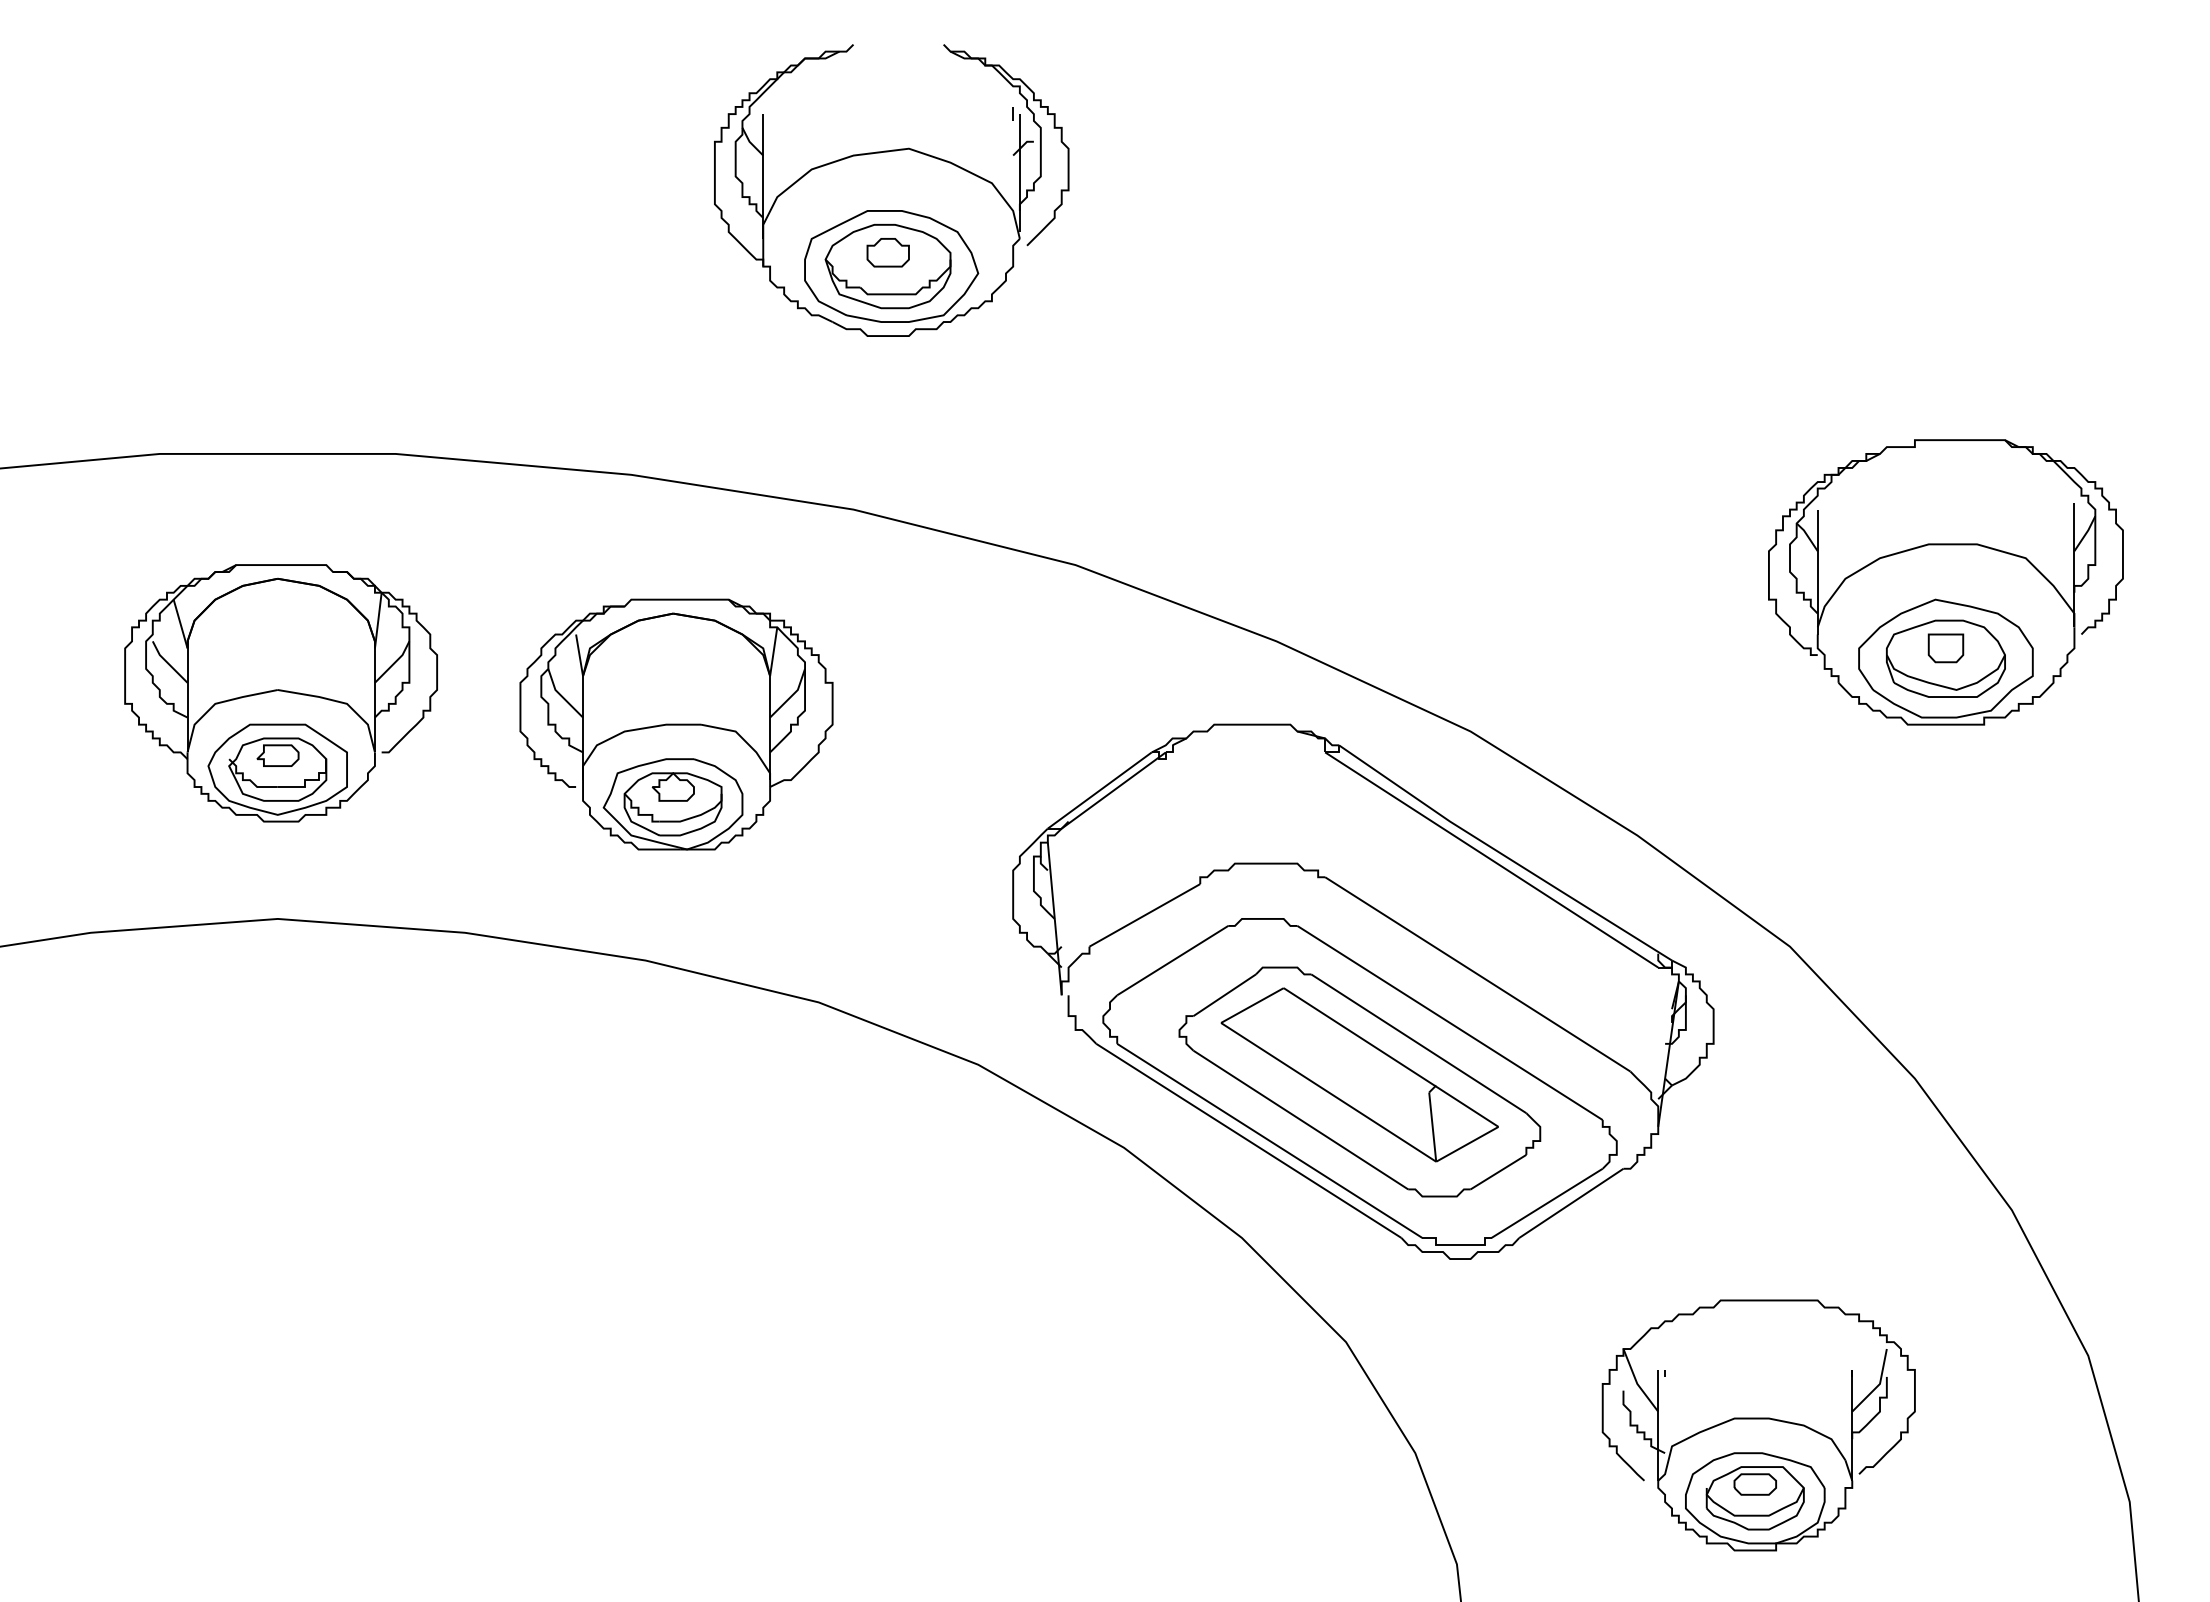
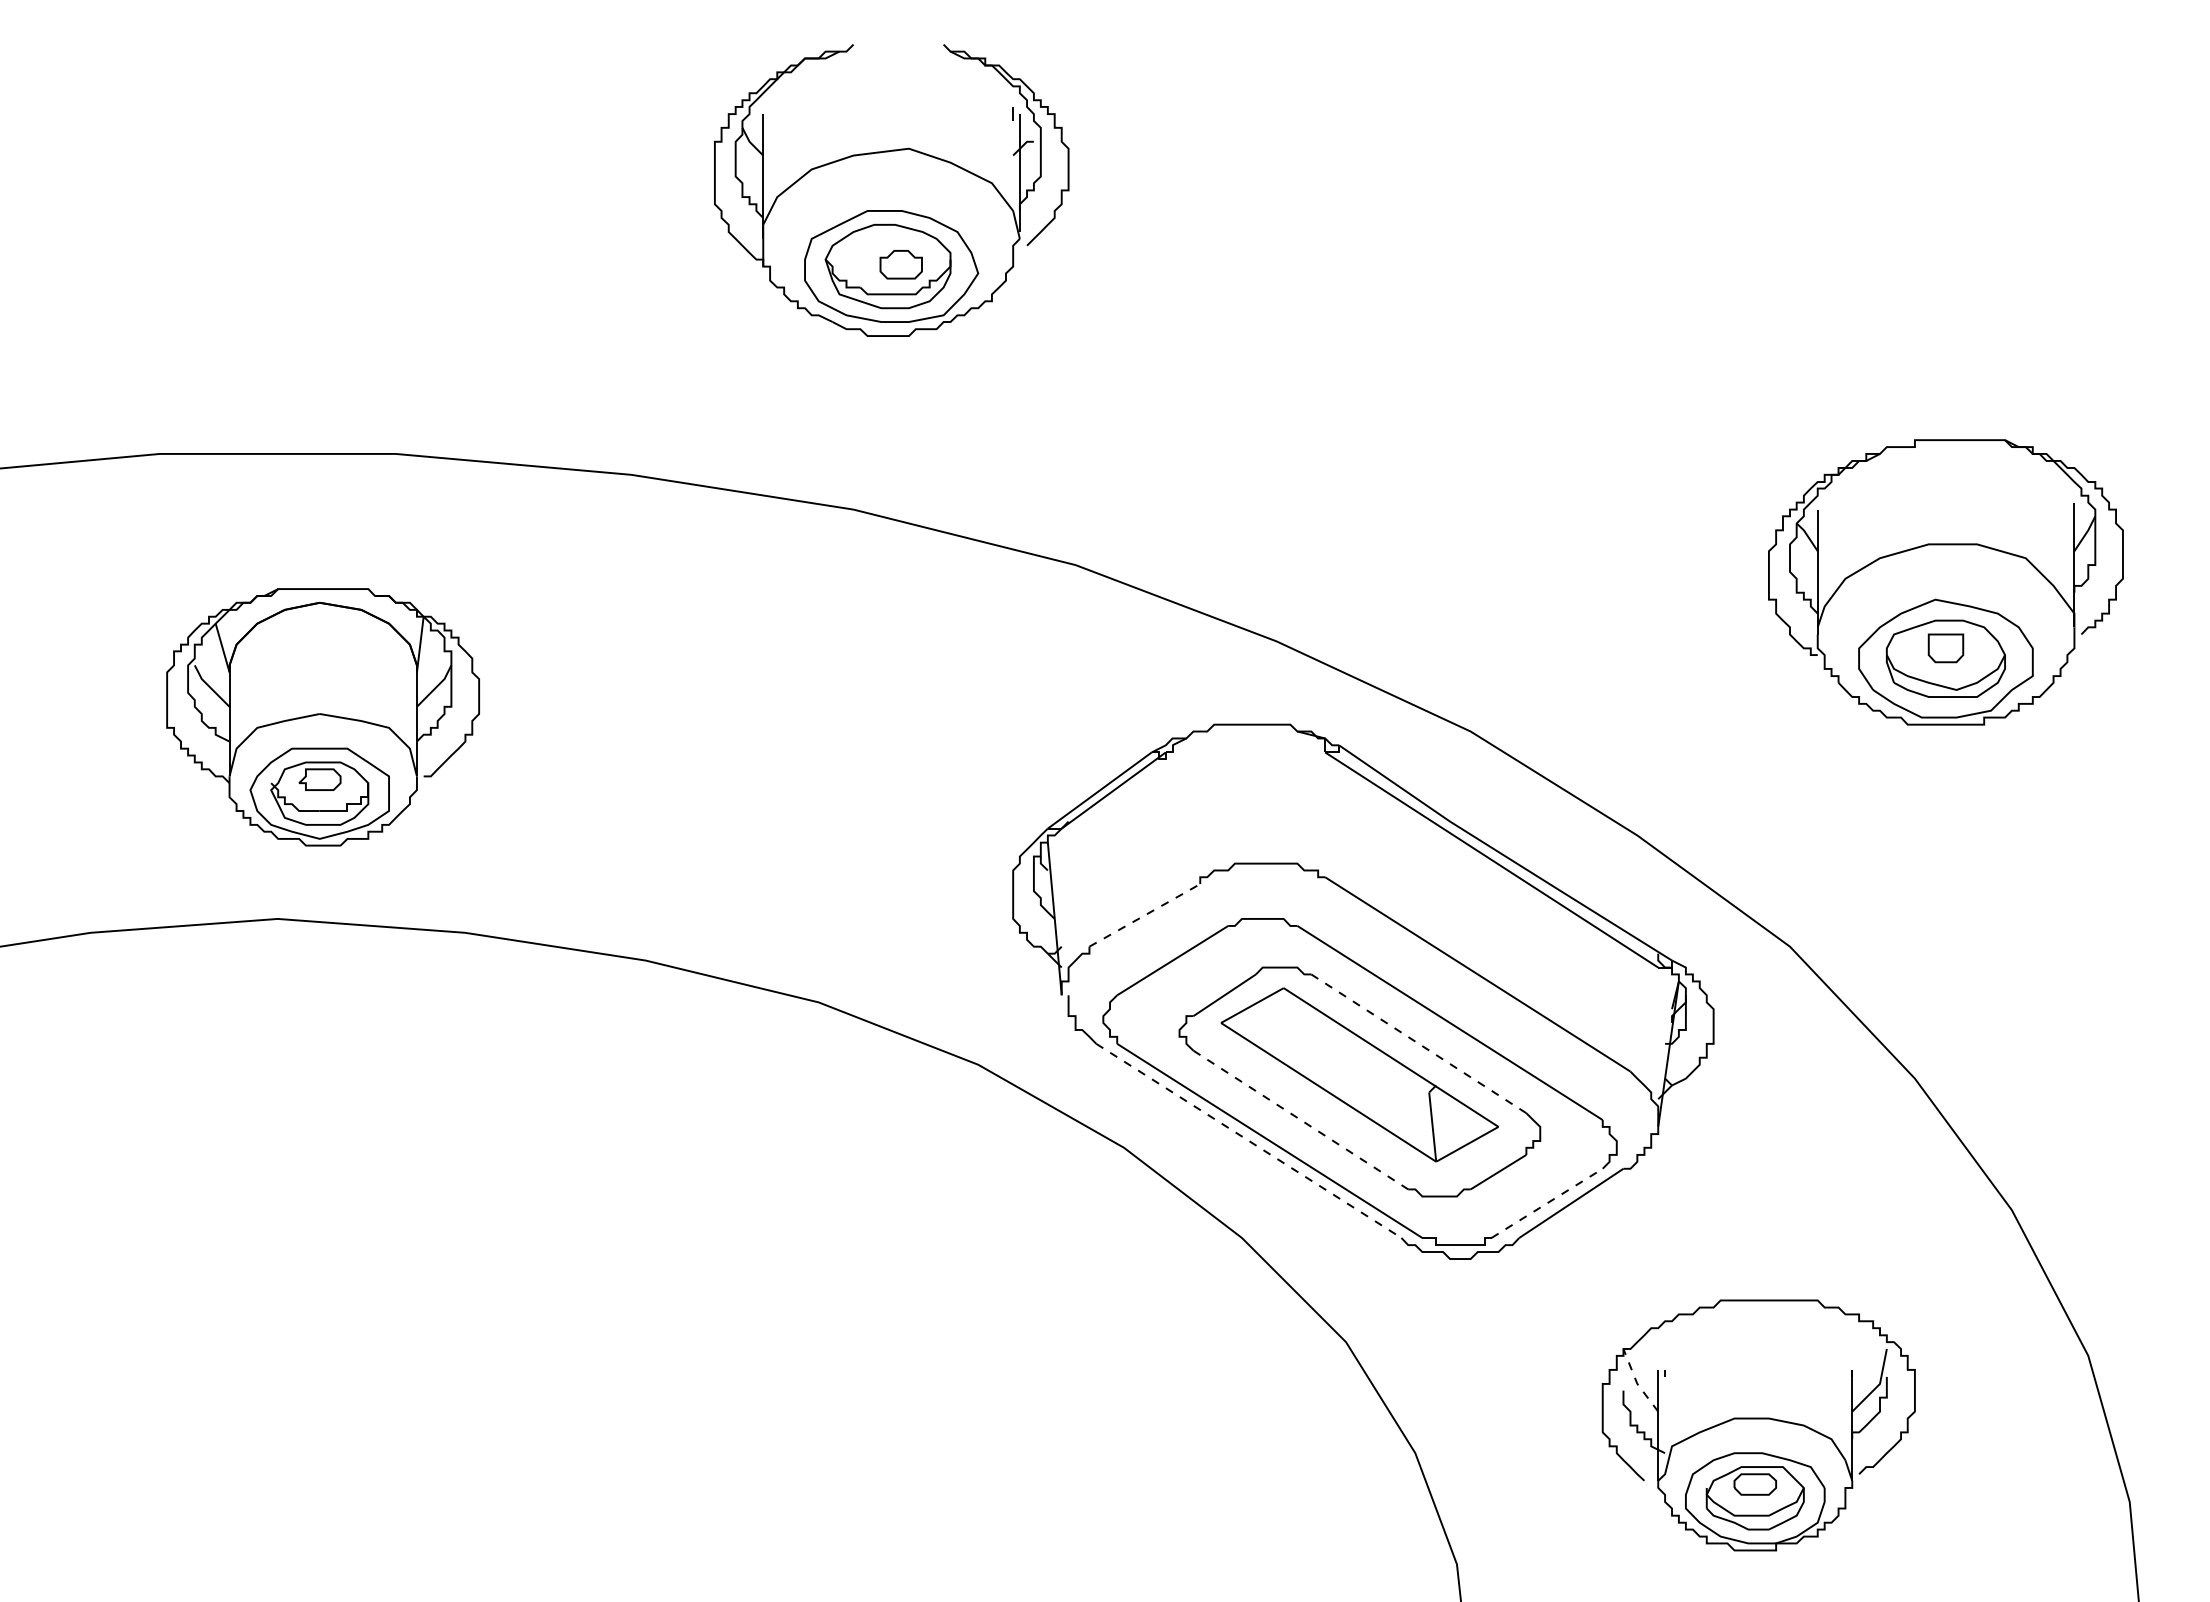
part at (887, 252) position: (887, 252) -> (900, 264)
part at (280, 693) position: (280, 693) -> (322, 717)
part at (676, 724): present -> none
line at (1144, 915): solid -> dashed
line at (1418, 1043): solid -> dashed
line at (1300, 1120): solid -> dashed
line at (1248, 1140): solid -> dashed
line at (1547, 1203): solid -> dashed
line at (1636, 1383): solid -> dashed
